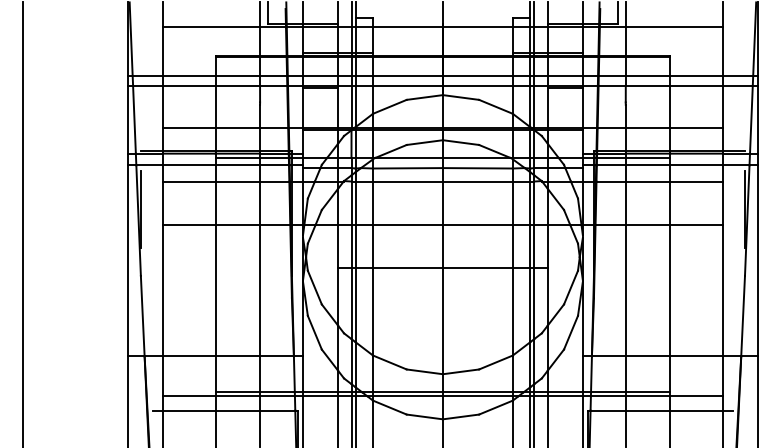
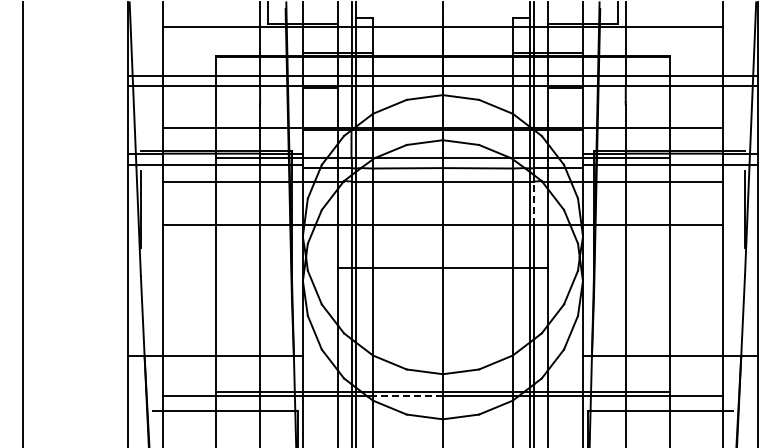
line at (534, 203): solid -> dashed
line at (407, 396): solid -> dashed
